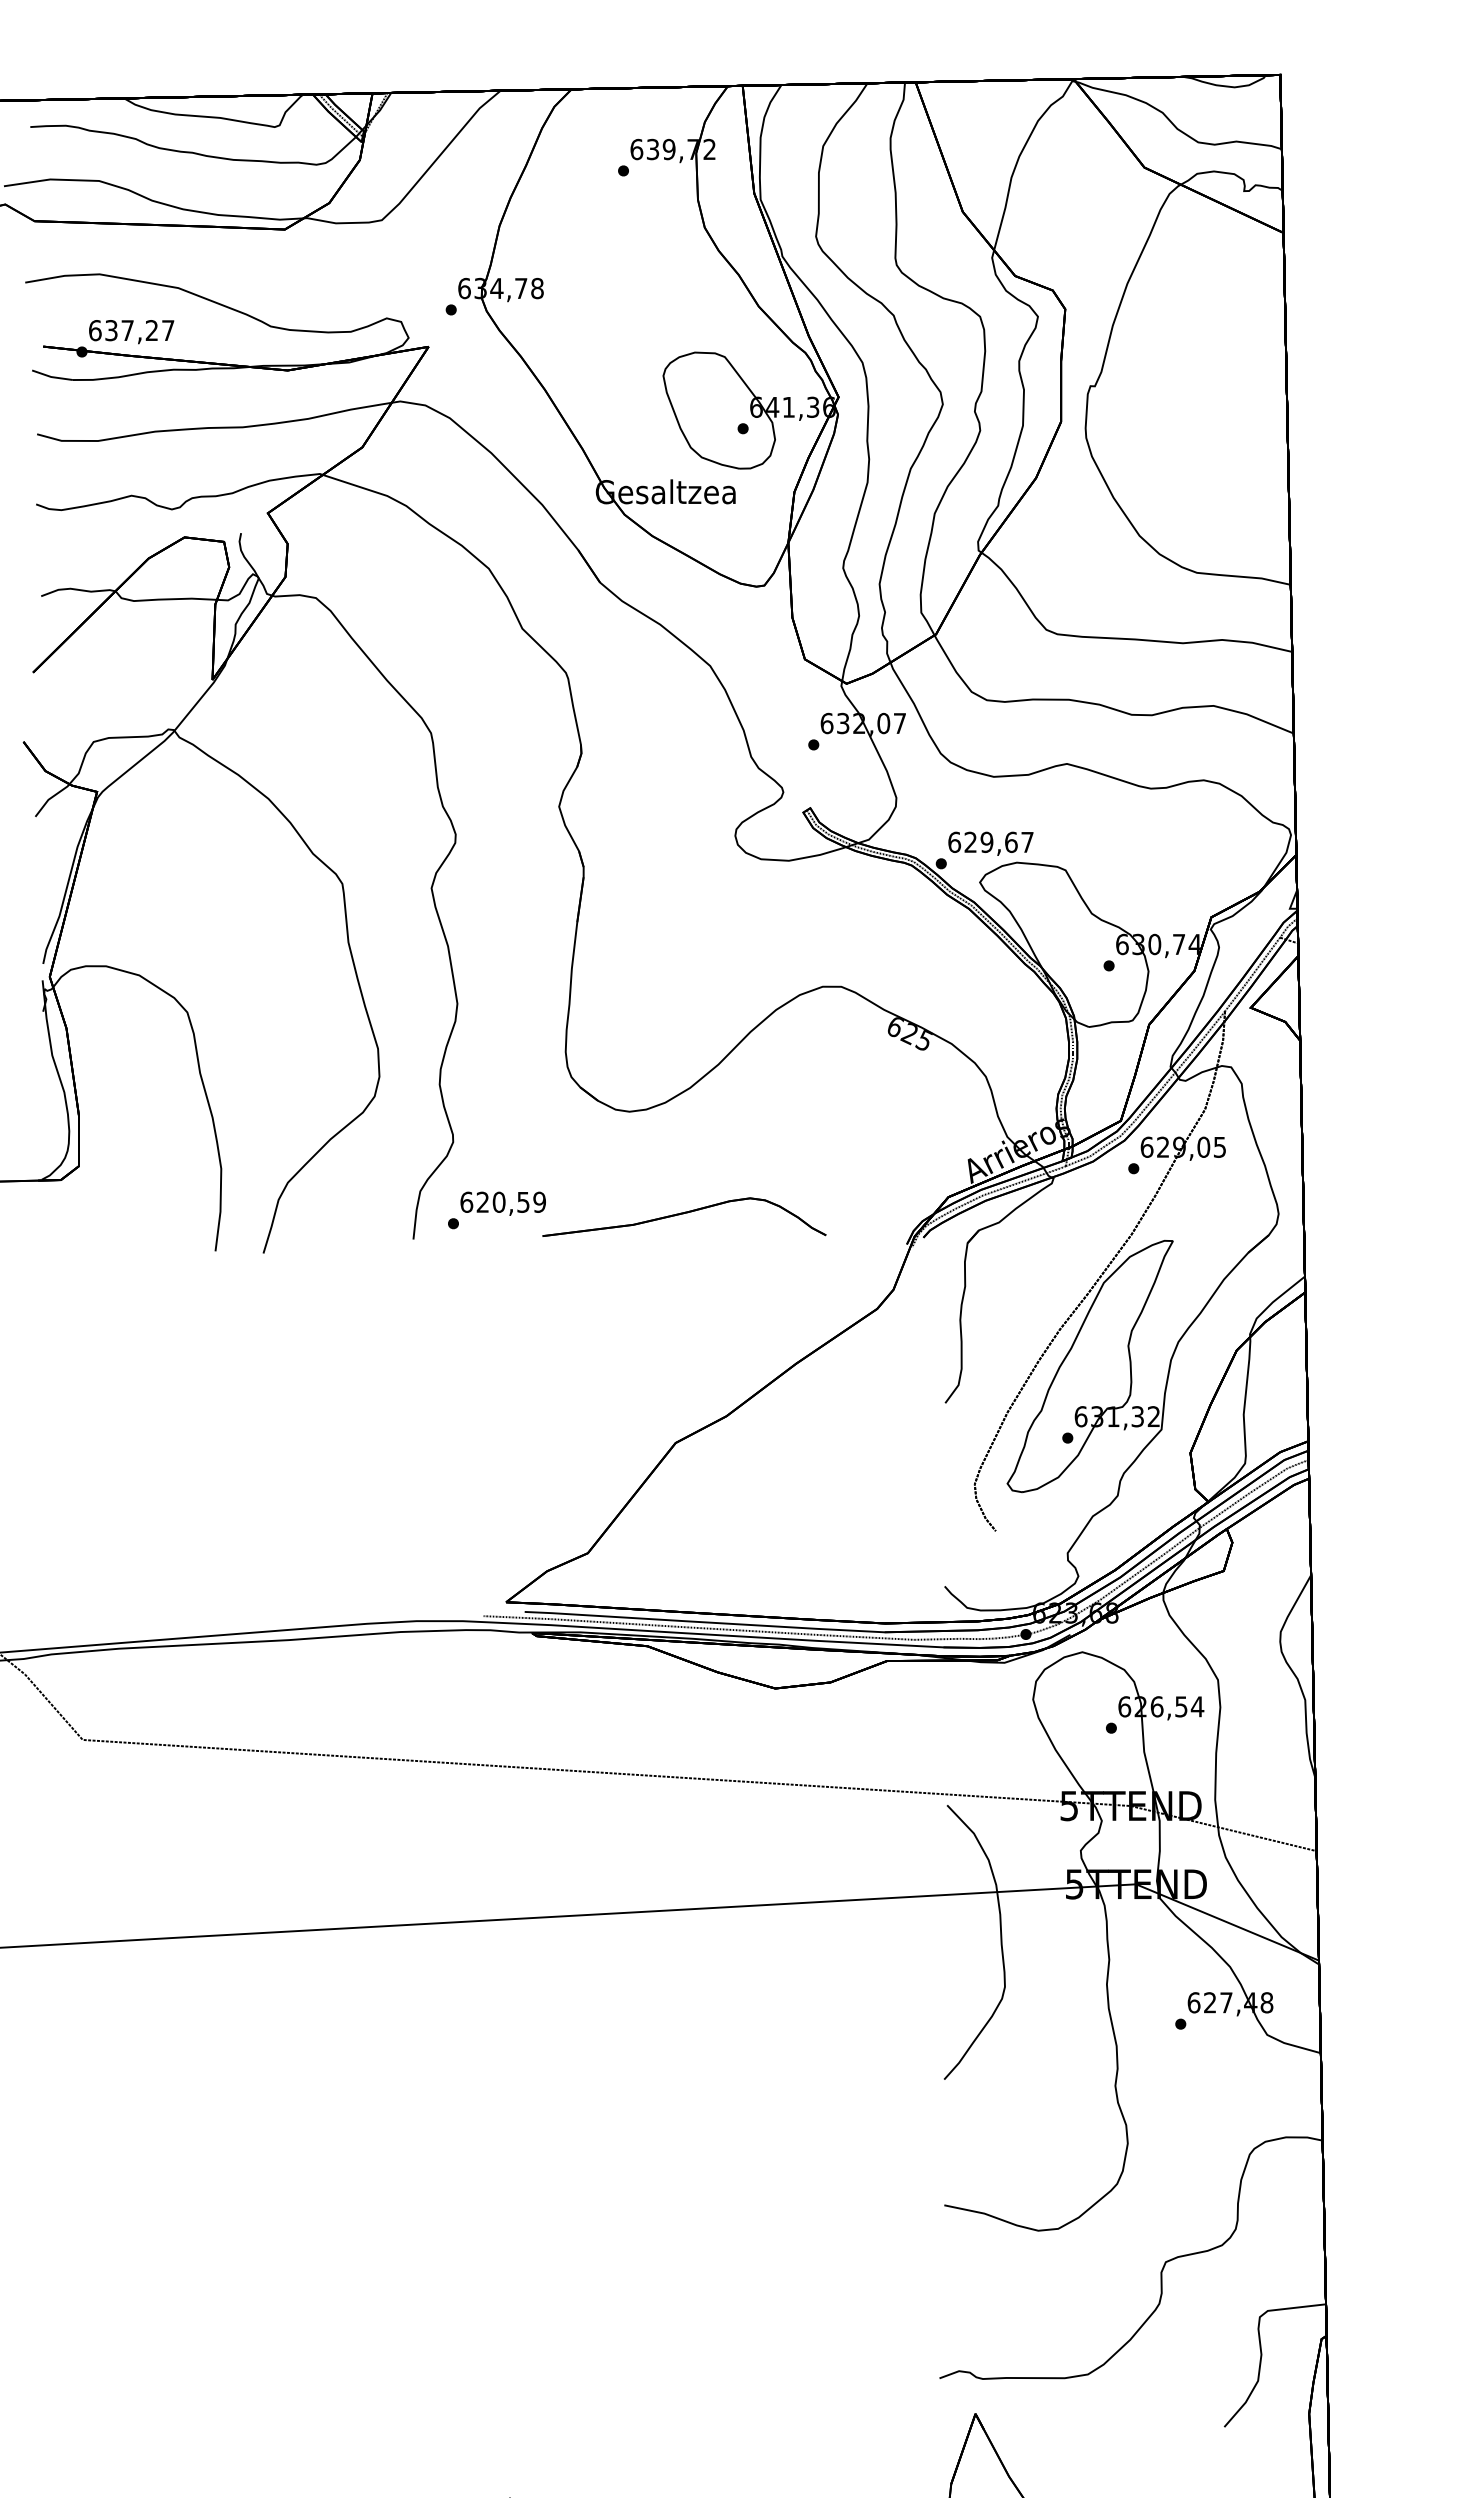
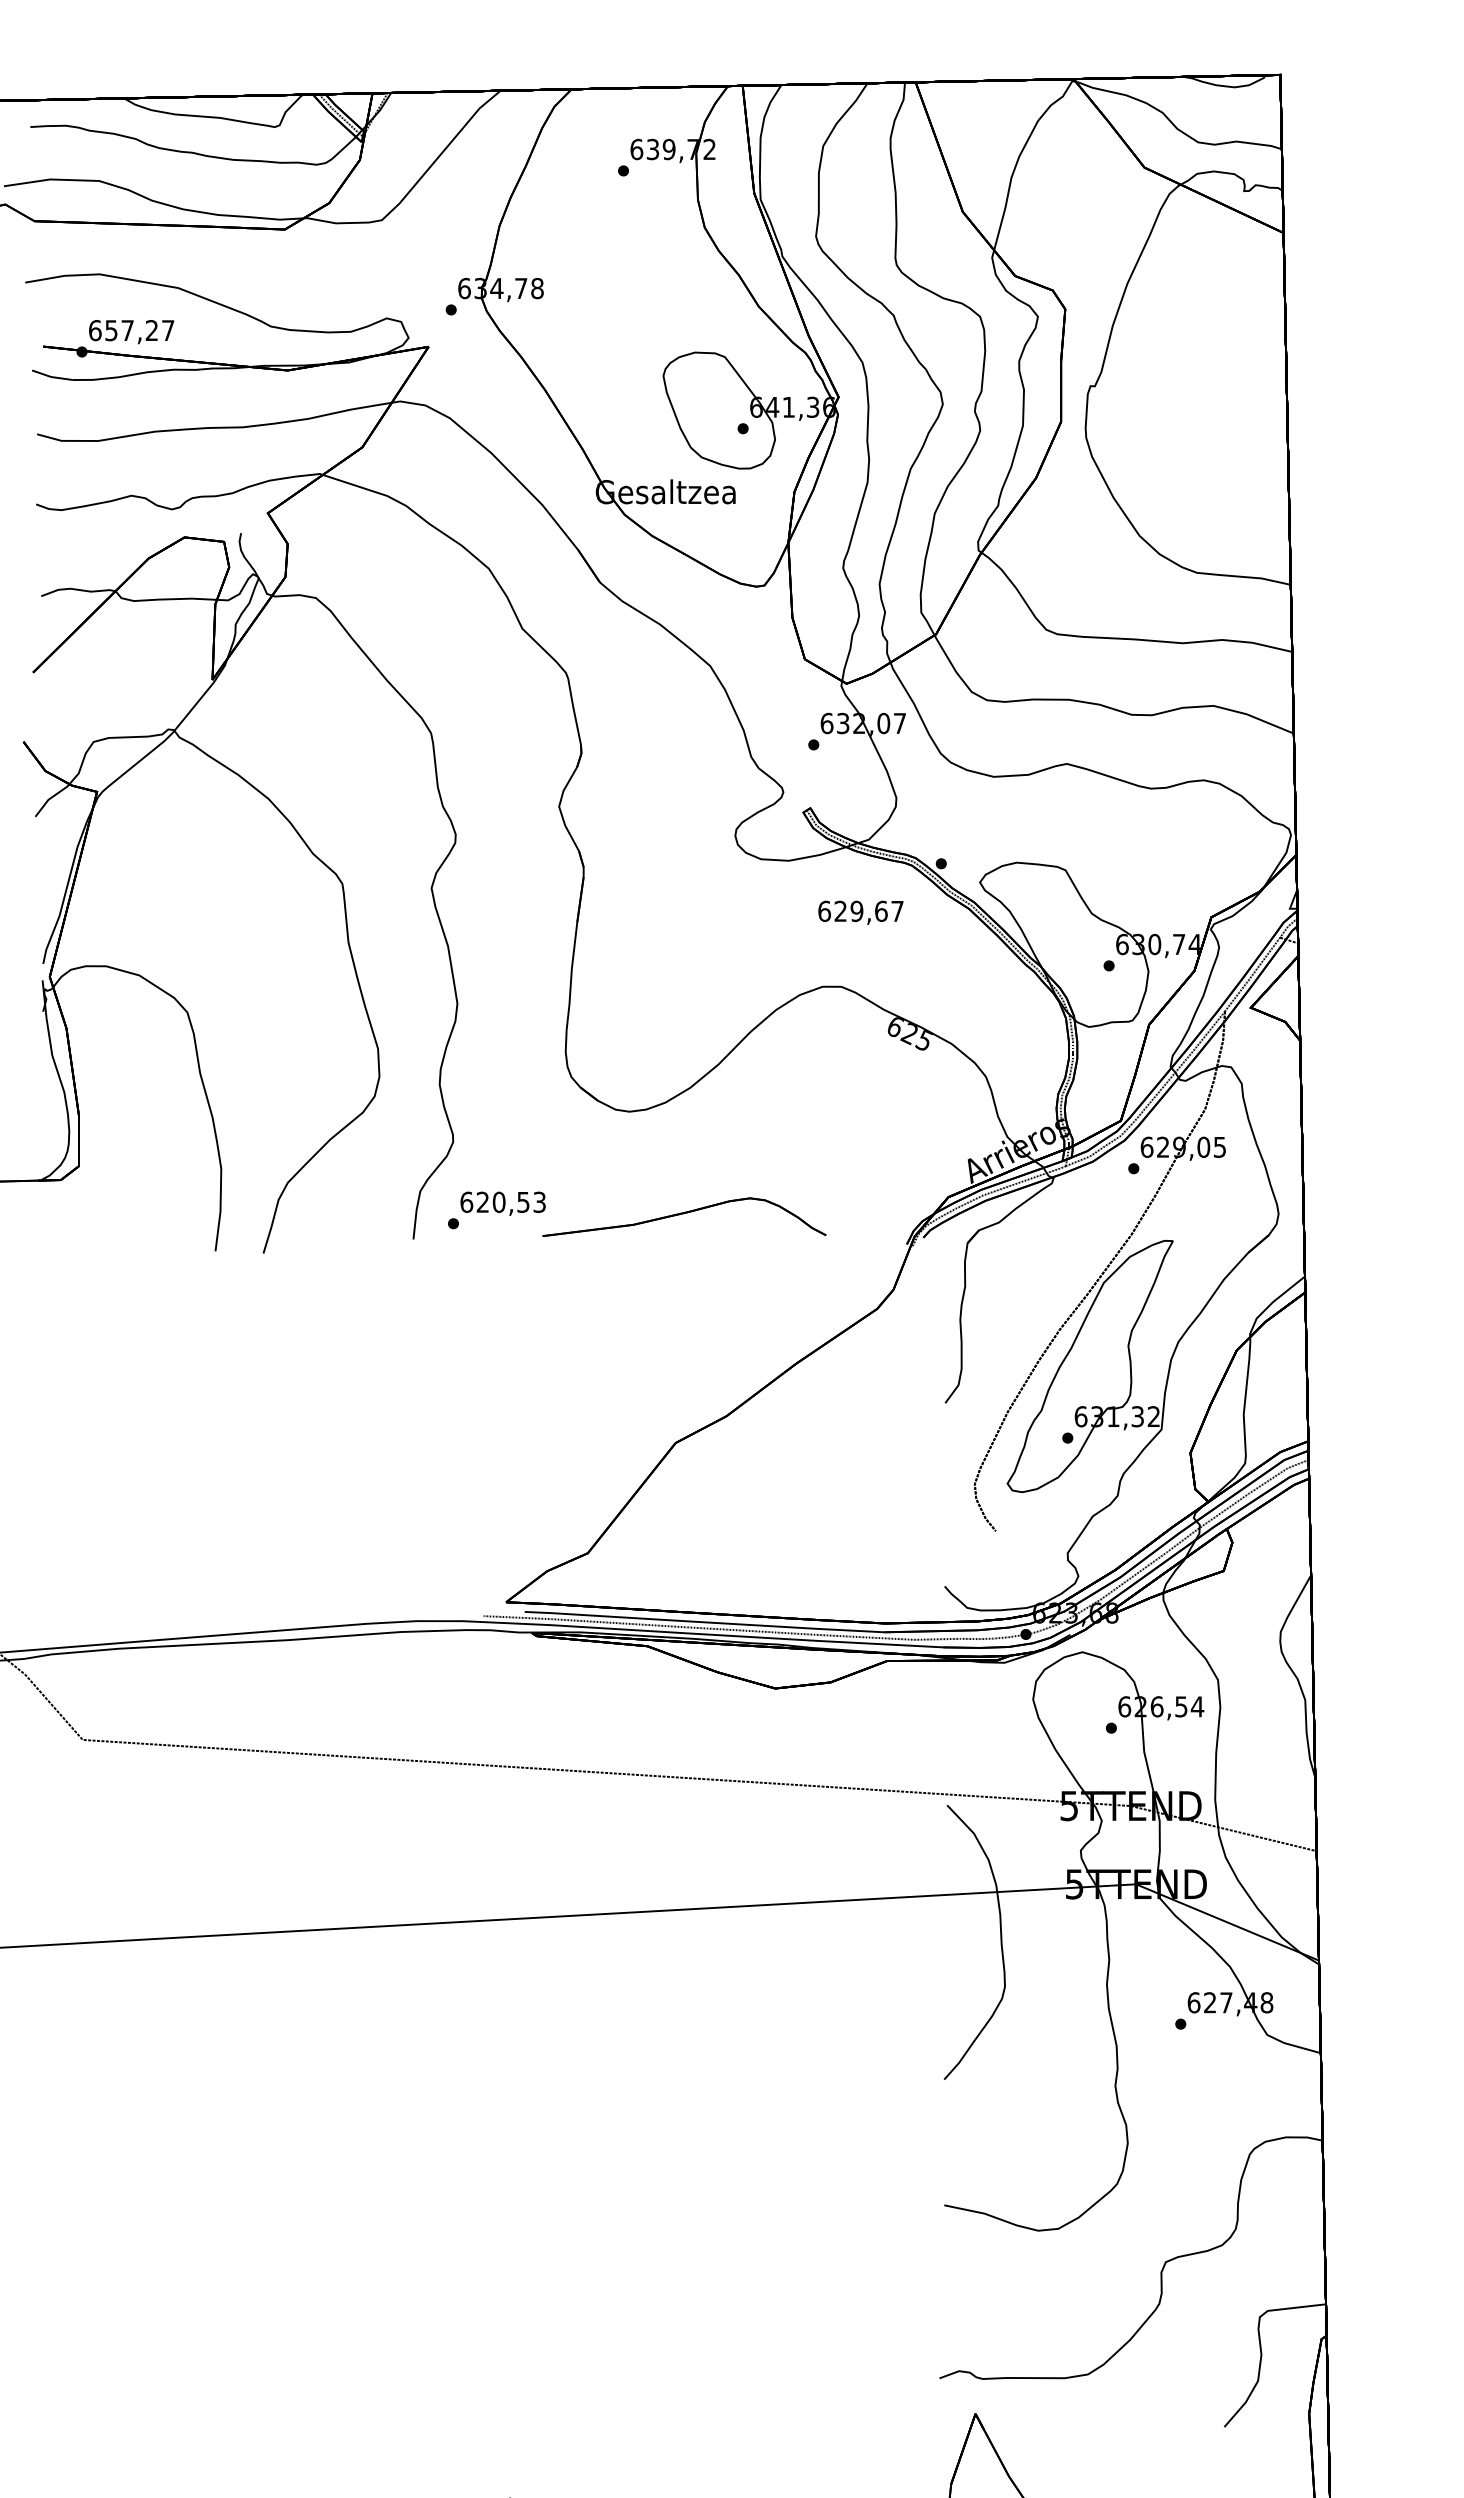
text at (111, 330): 637,27 -> 657,27
text at (990, 843) position: (990, 843) -> (860, 912)
text at (539, 1201): 620,59 -> 620,53
